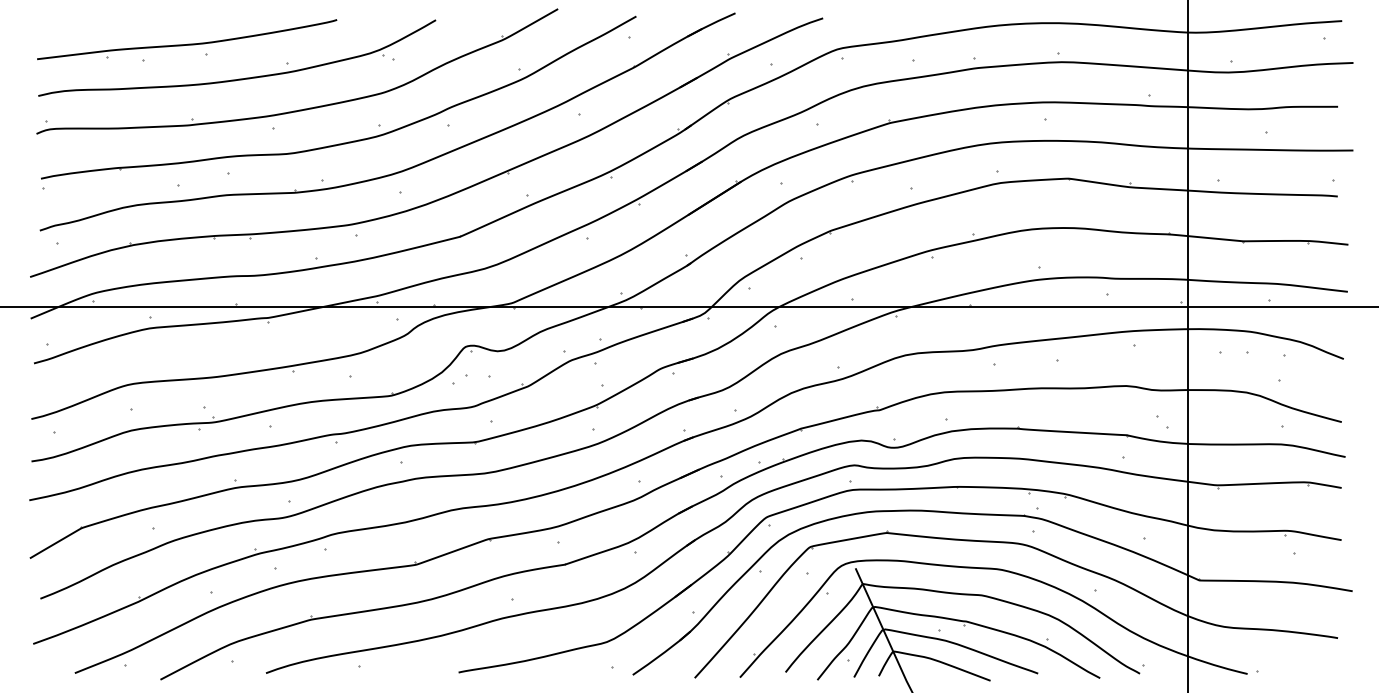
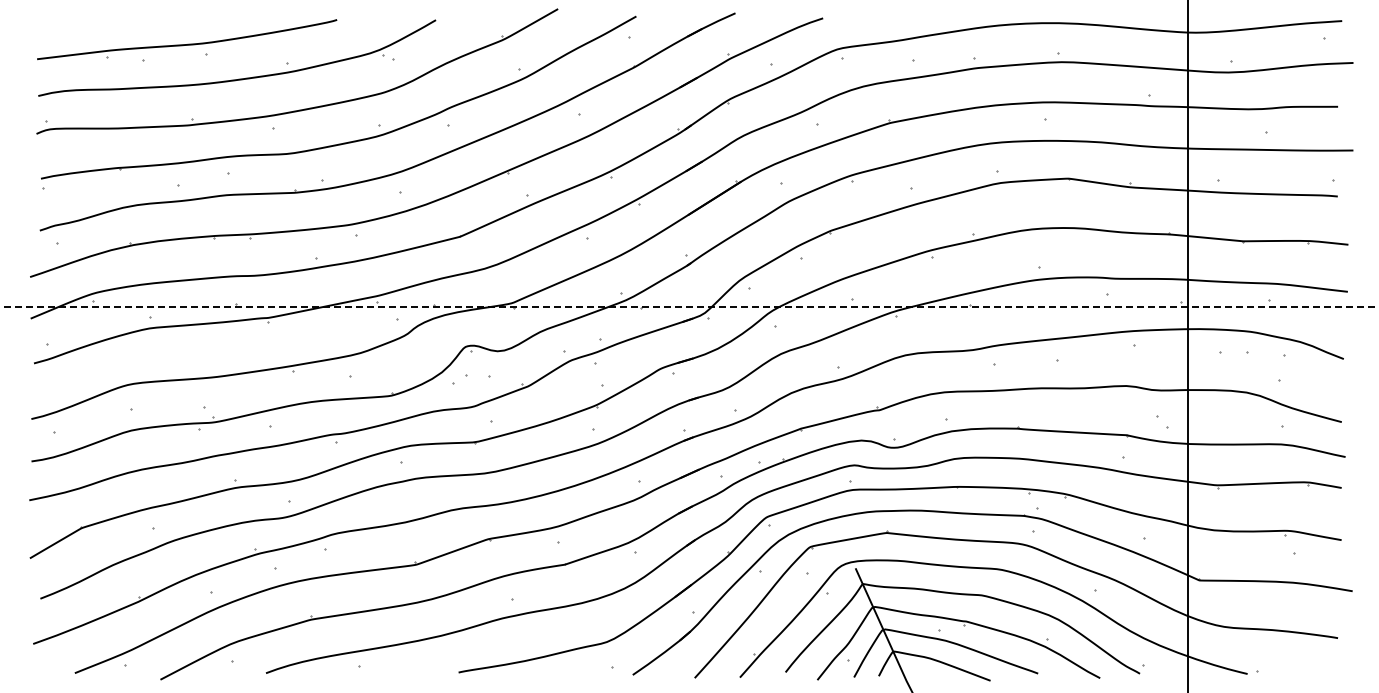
line at (689, 306): solid -> dashed
